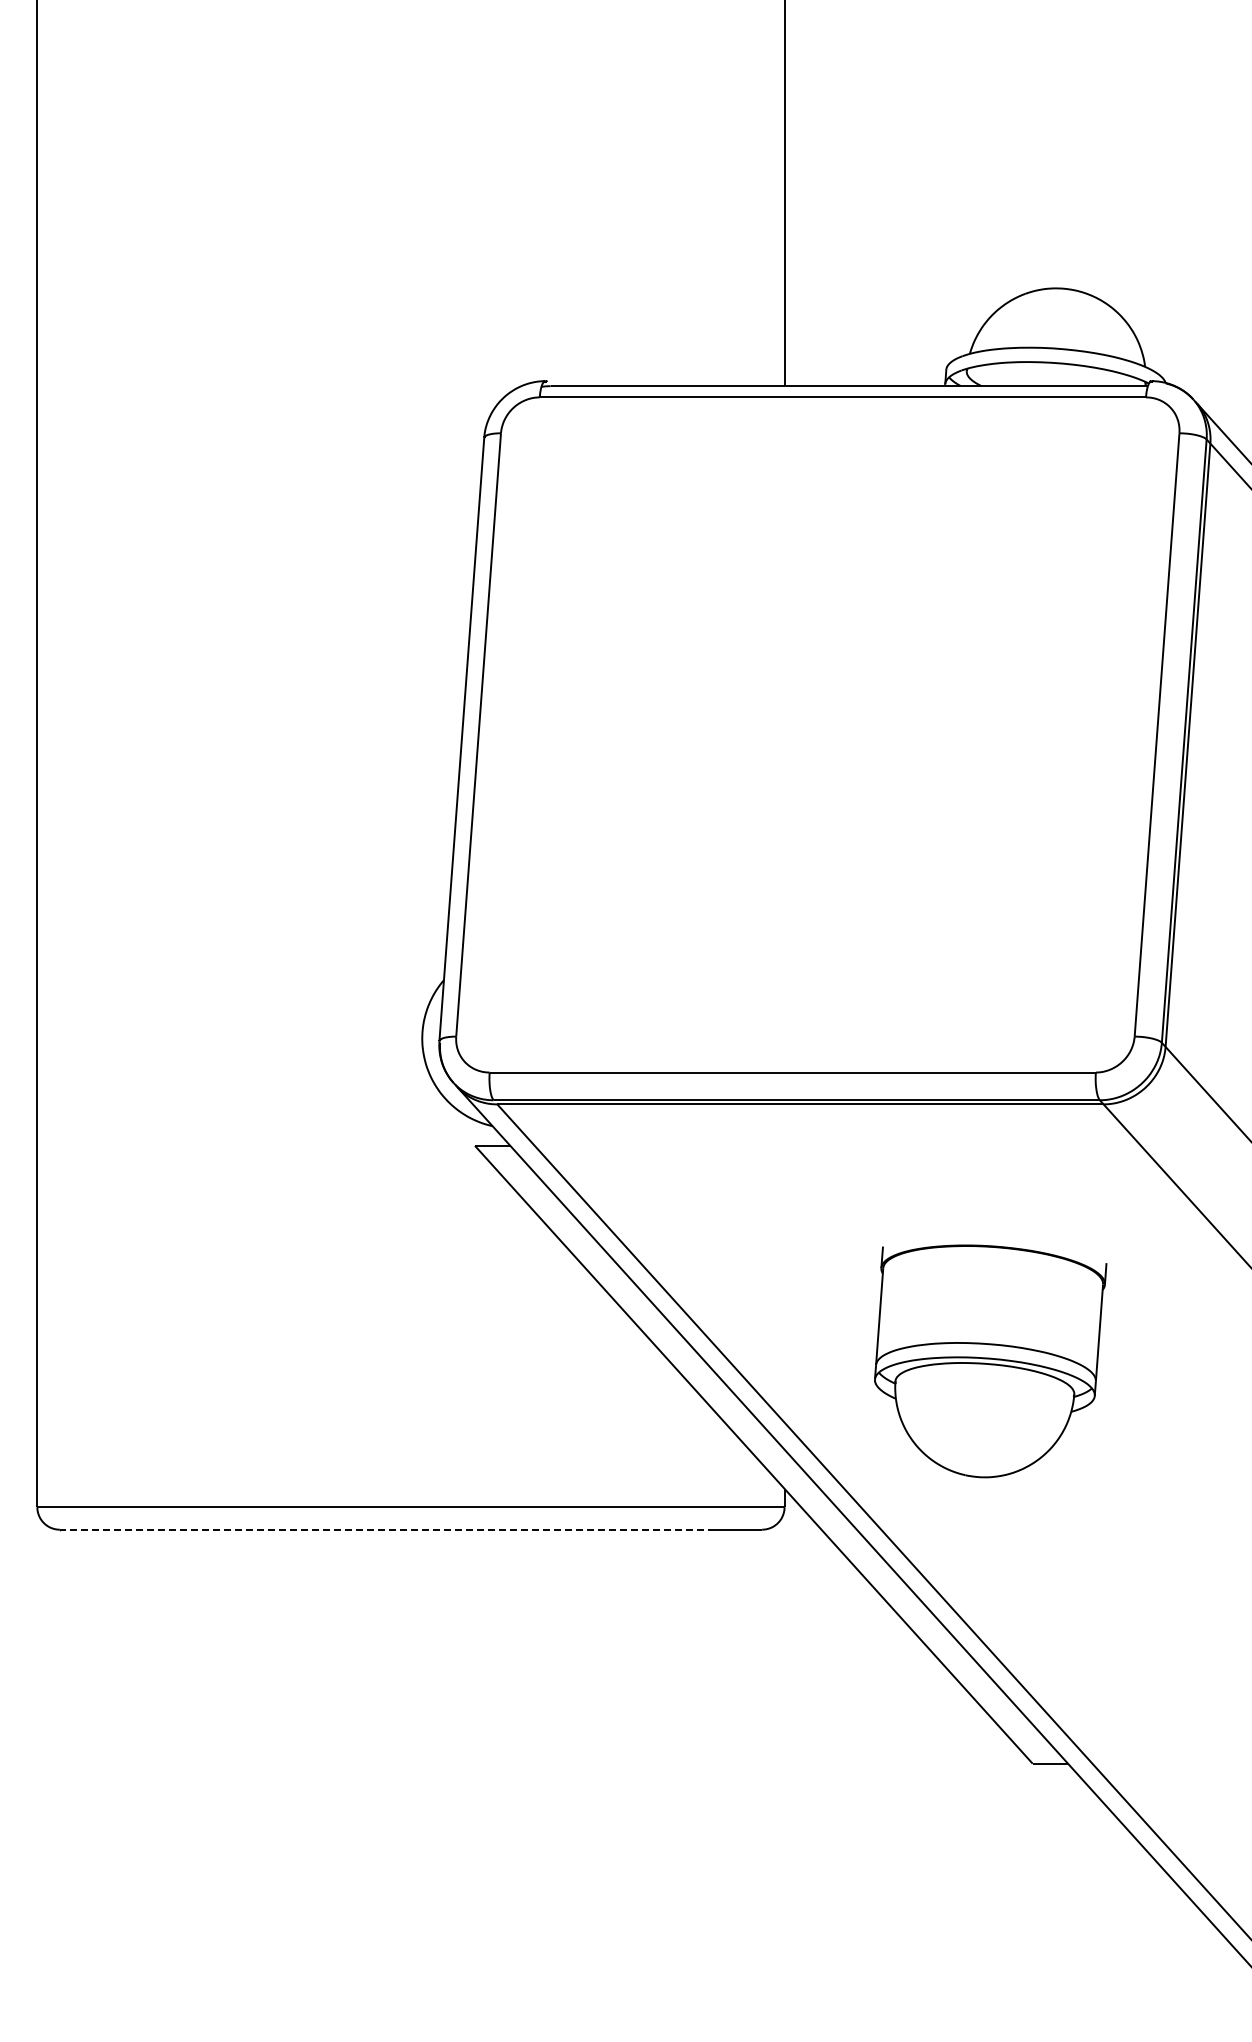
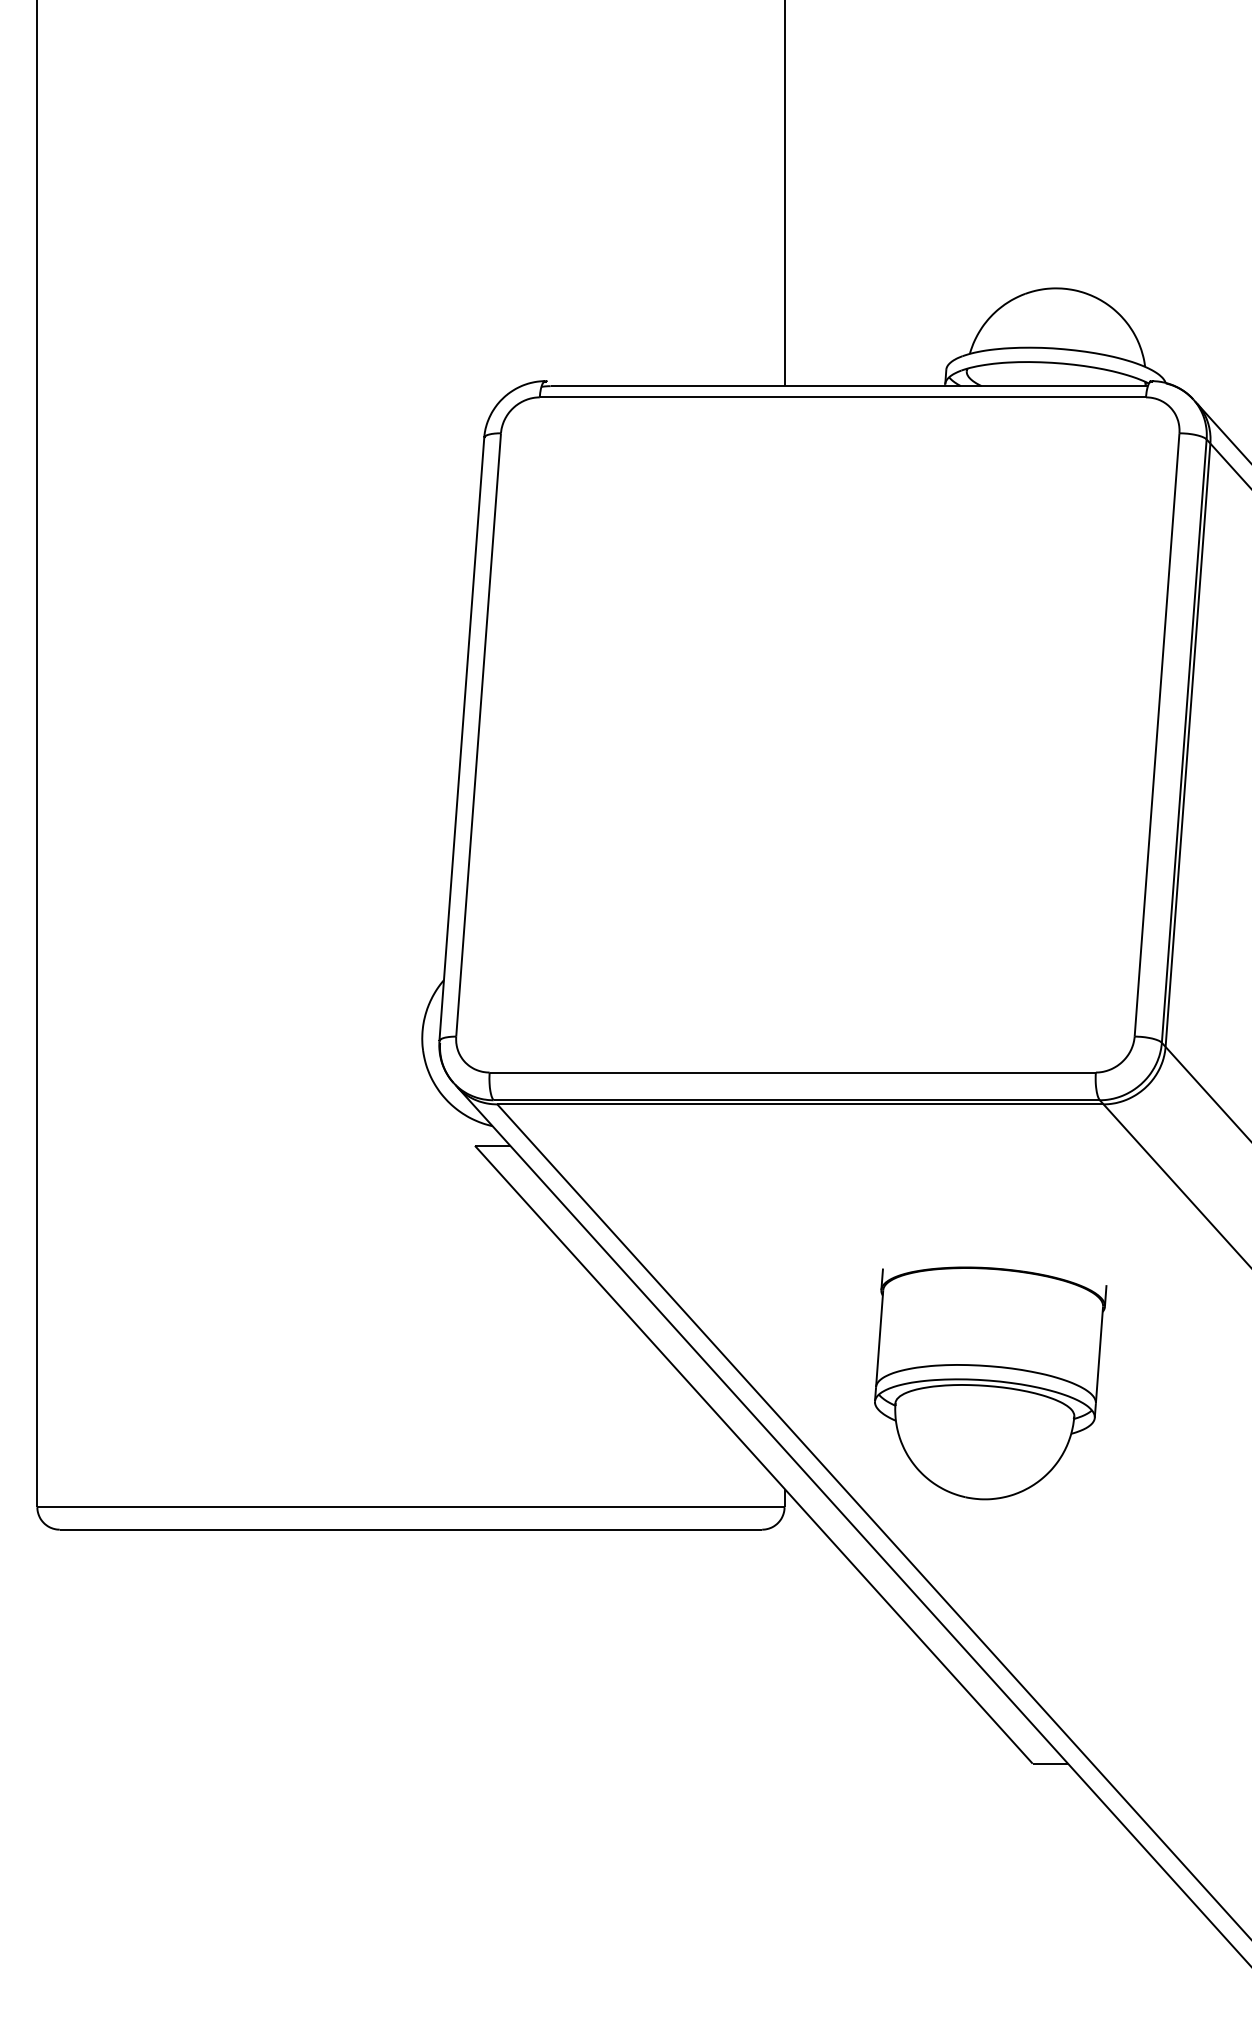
part at (990, 1361) position: (990, 1361) -> (990, 1383)
line at (386, 1529): dashed -> solid
